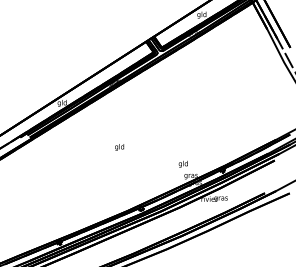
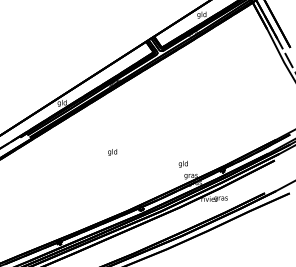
text at (119, 147) position: (119, 147) -> (112, 152)
